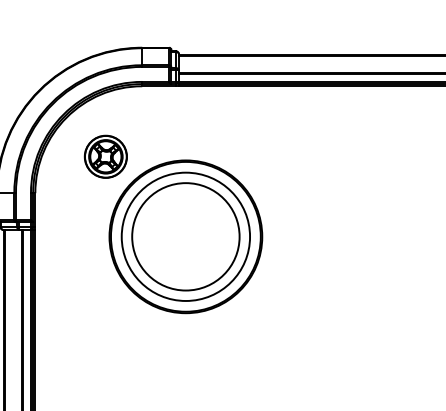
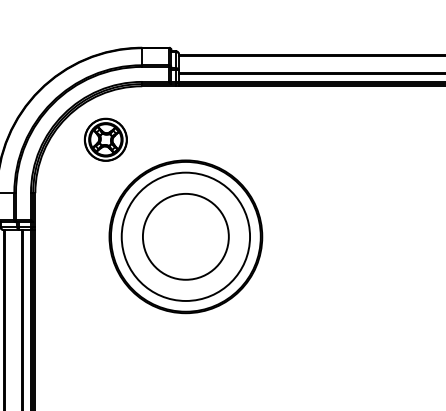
part at (105, 156) position: (105, 156) -> (105, 139)
circle at (185, 236) diameter: 107 px -> 86 px
